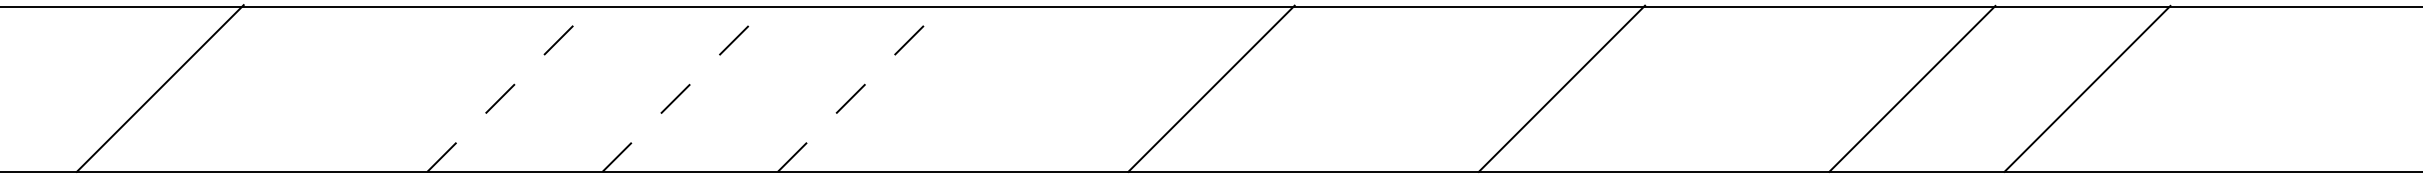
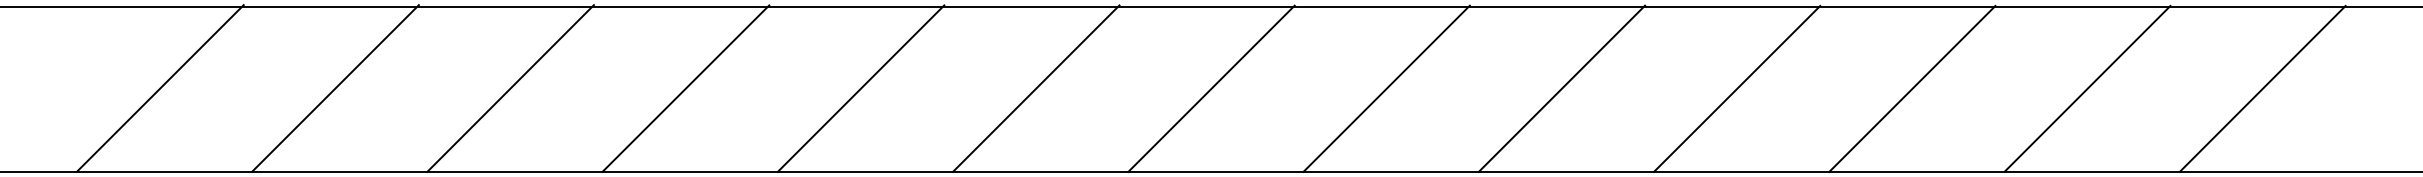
line at (335, 88): none -> present
line at (510, 88): dashed -> solid
line at (685, 88): dashed -> solid
line at (861, 88): dashed -> solid
line at (1035, 88): none -> present
line at (1386, 88): none -> present
line at (1737, 88): none -> present
line at (2262, 88): none -> present
